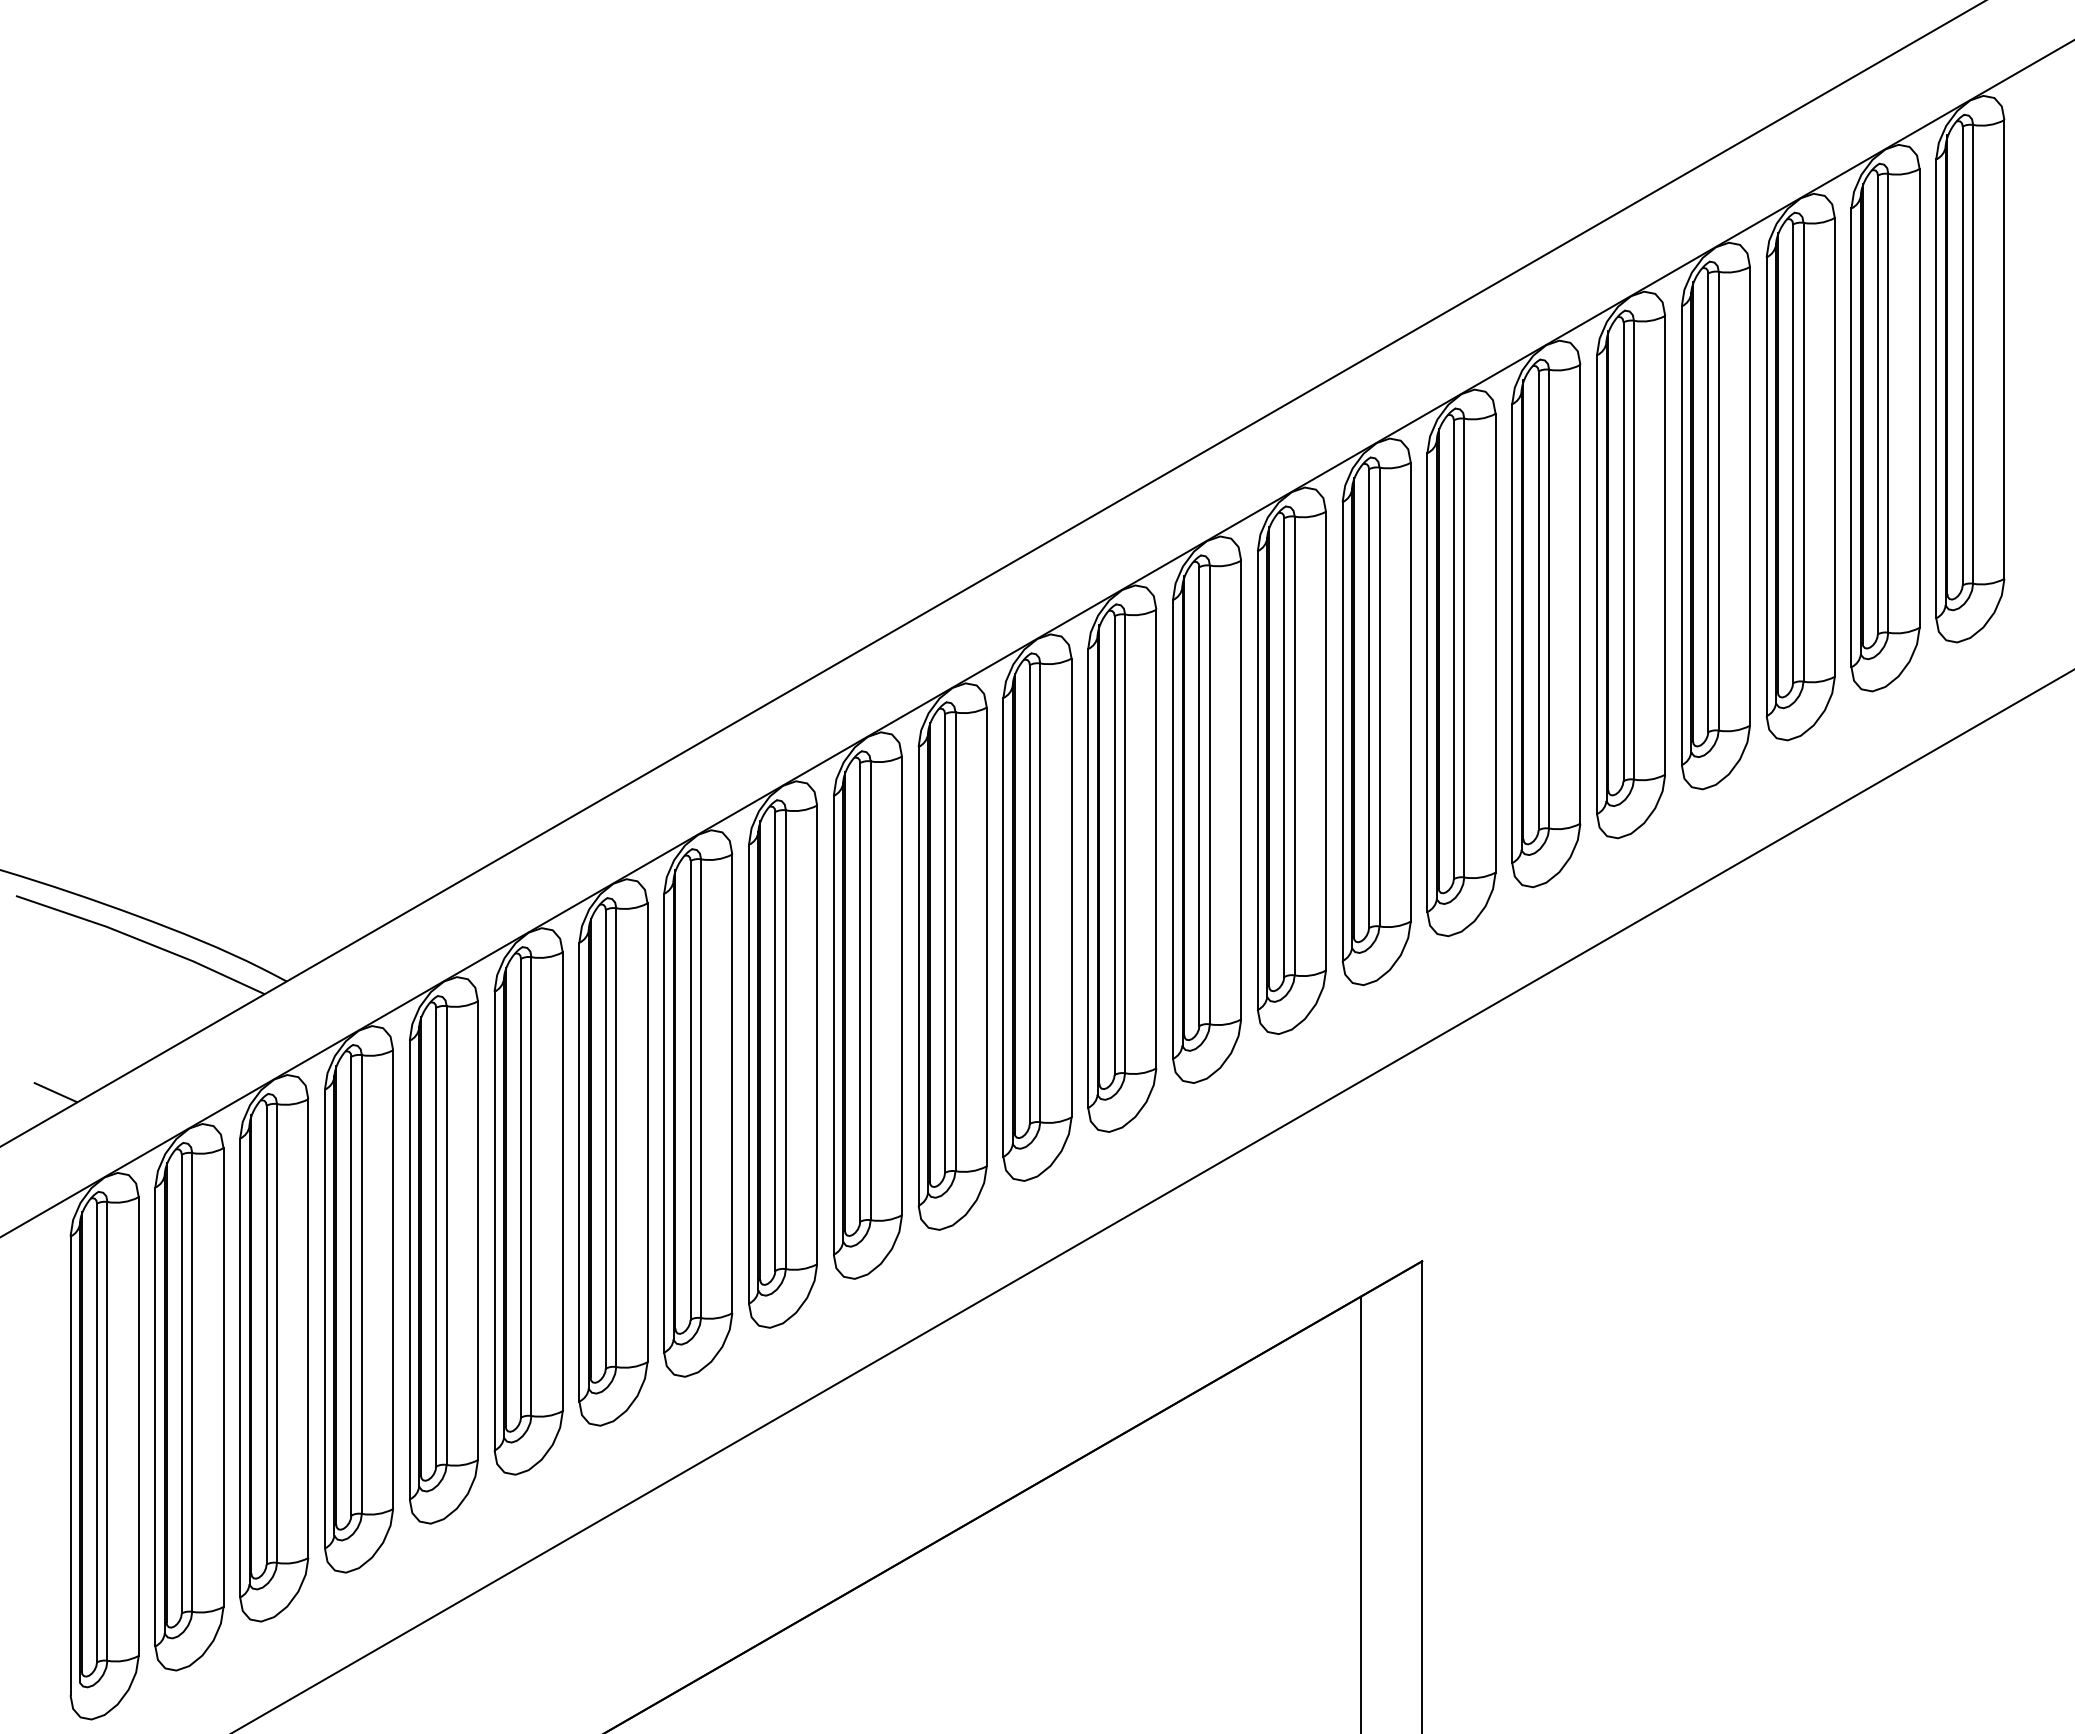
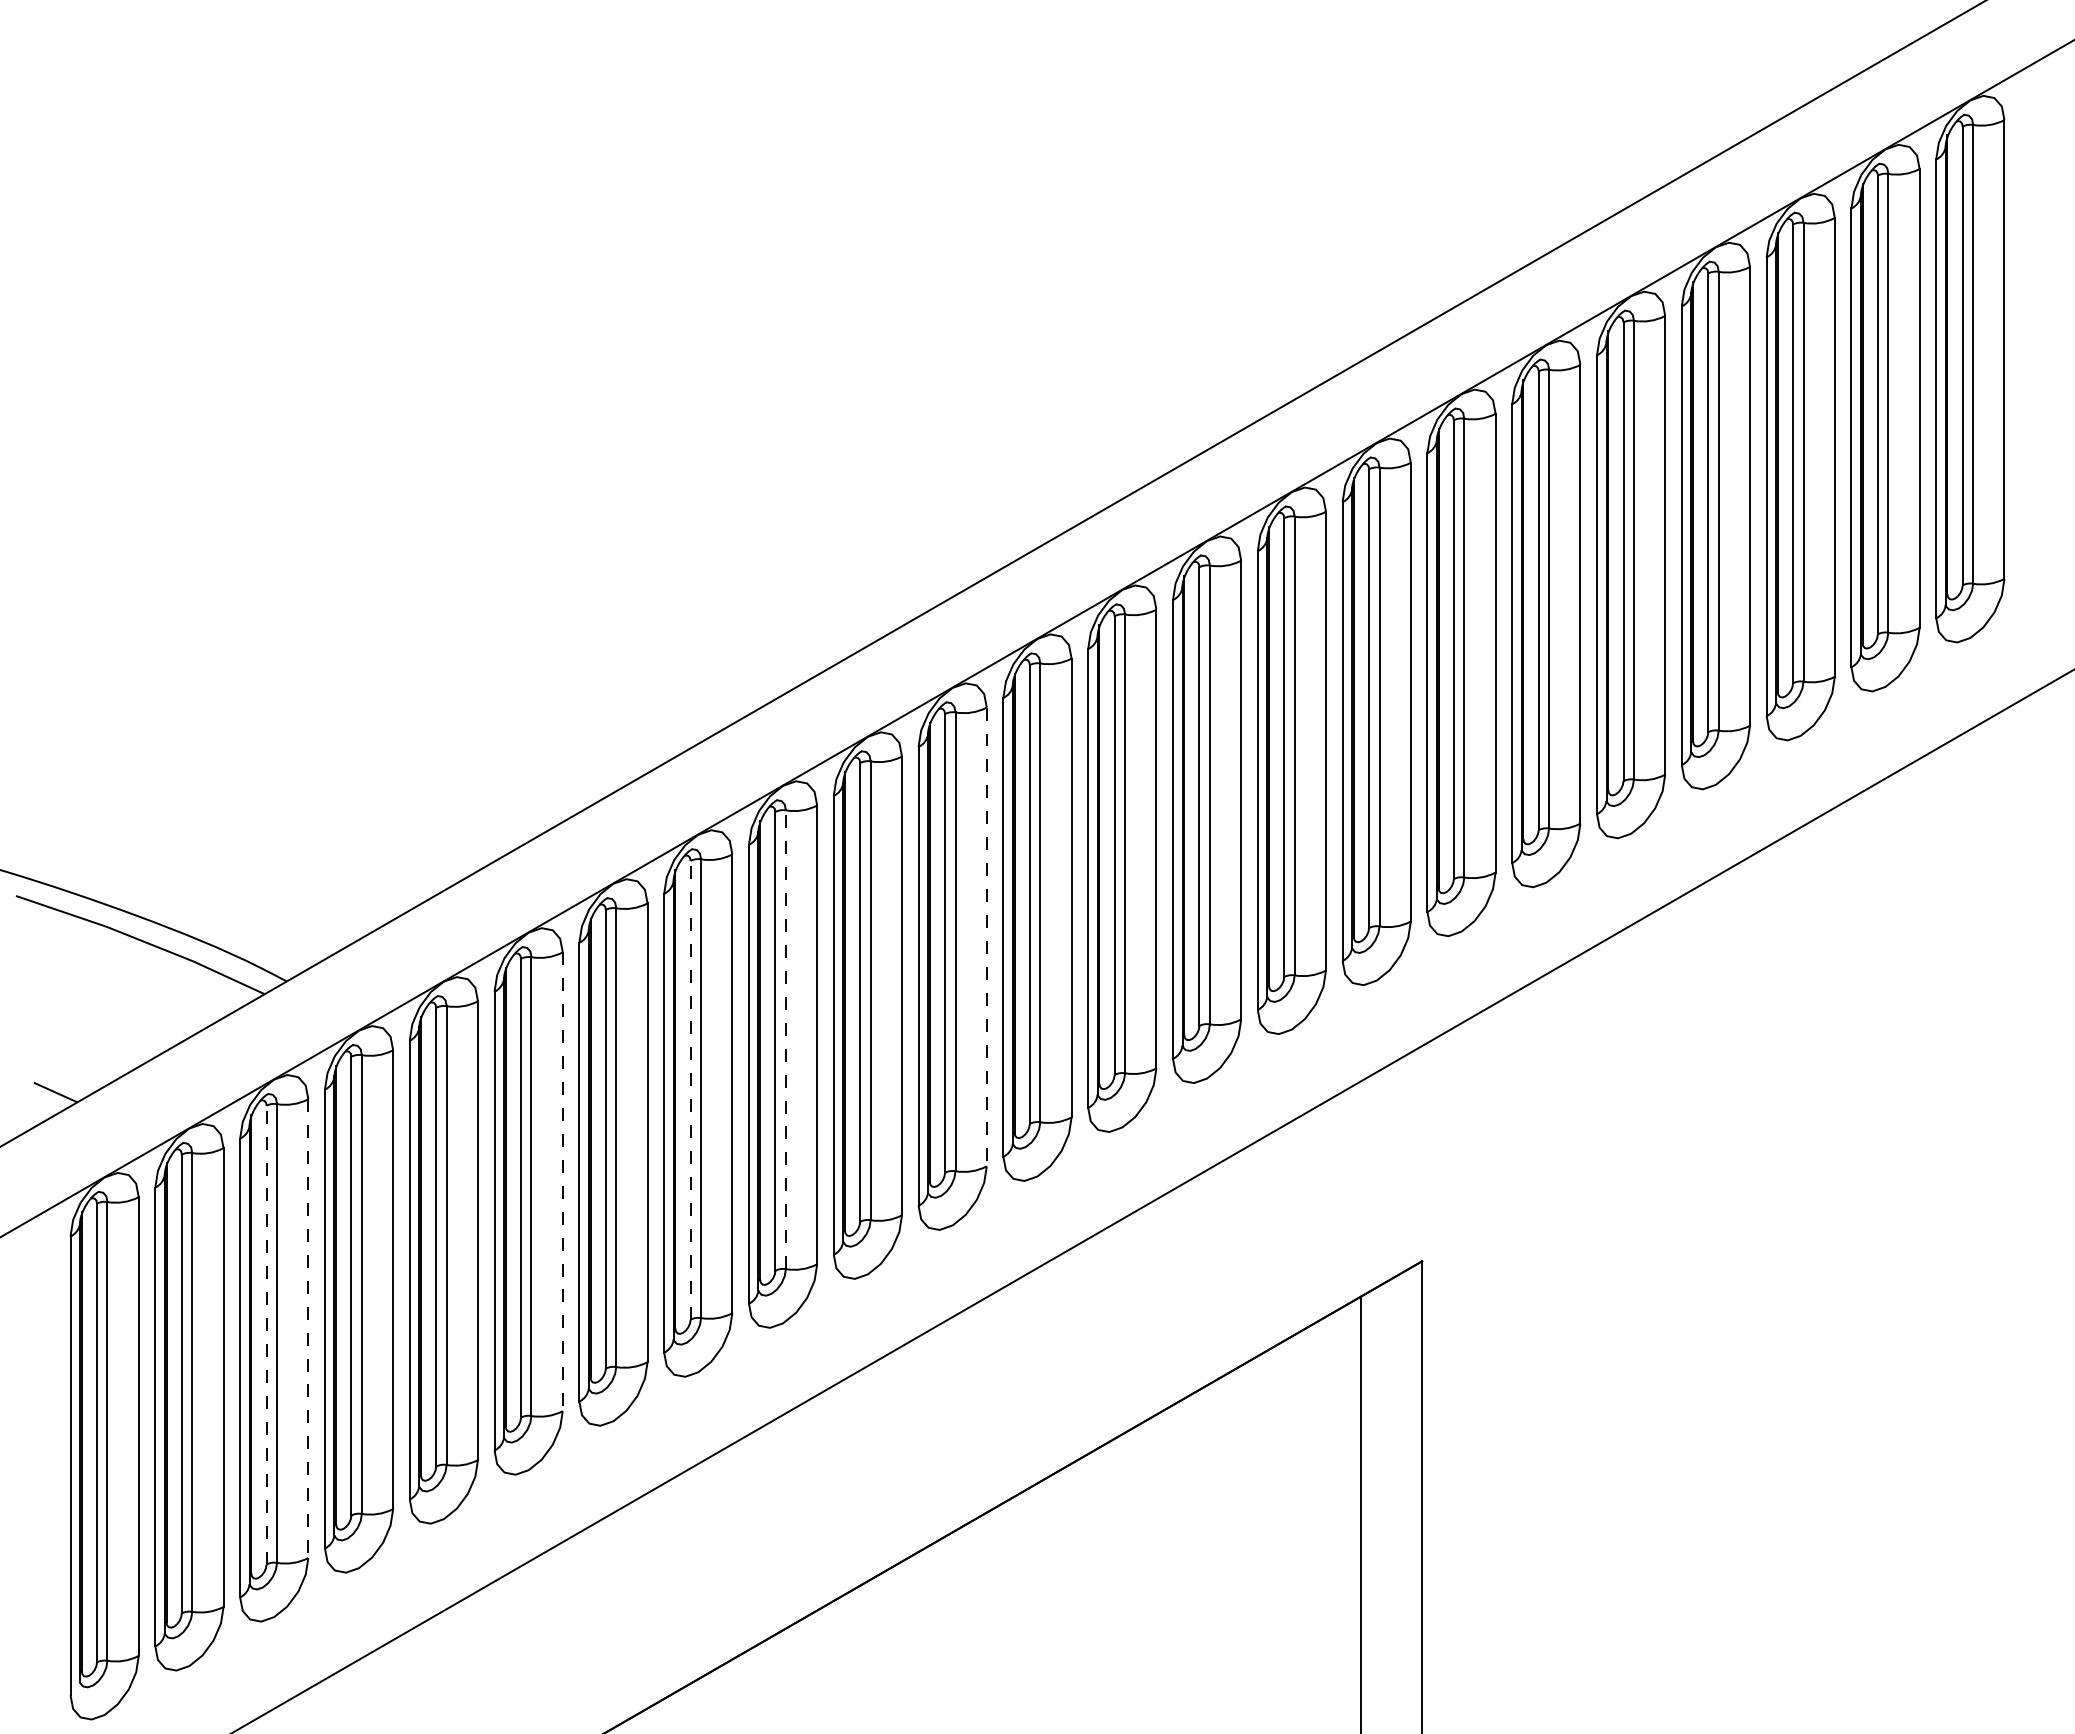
line at (986, 937): solid -> dashed
line at (785, 1039): solid -> dashed
line at (690, 1089): solid -> dashed
line at (562, 1182): solid -> dashed
line at (308, 1329): solid -> dashed
line at (266, 1334): solid -> dashed
